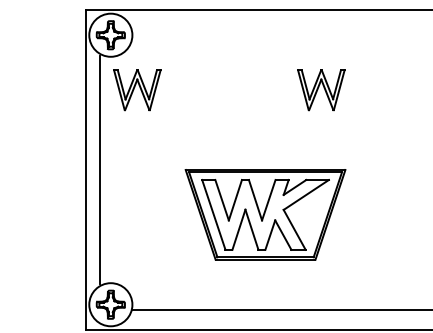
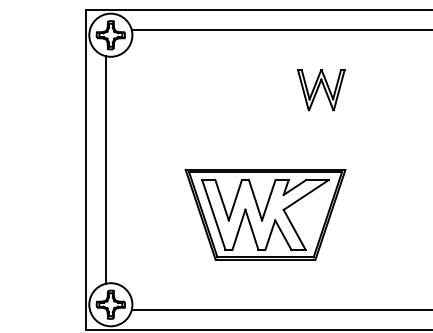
line at (280, 30): none -> present
part at (137, 90): present -> none
line at (99, 169) position: (99, 169) -> (105, 169)
